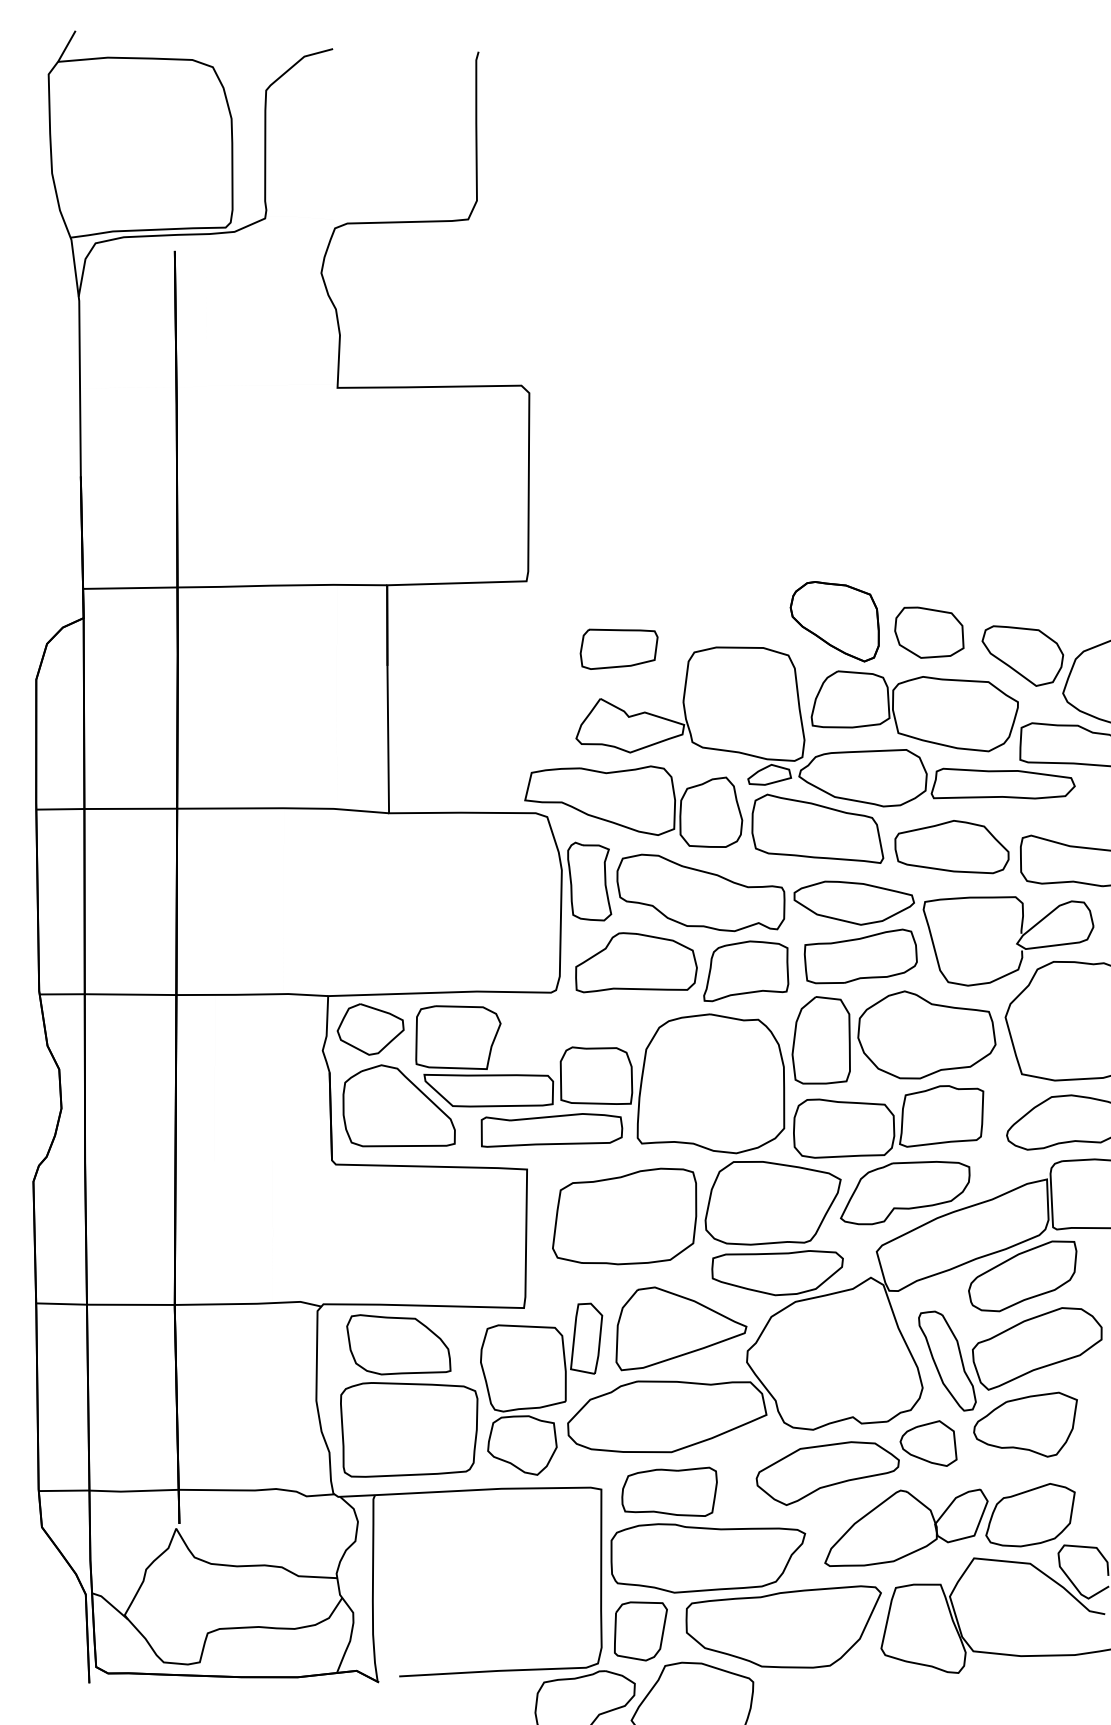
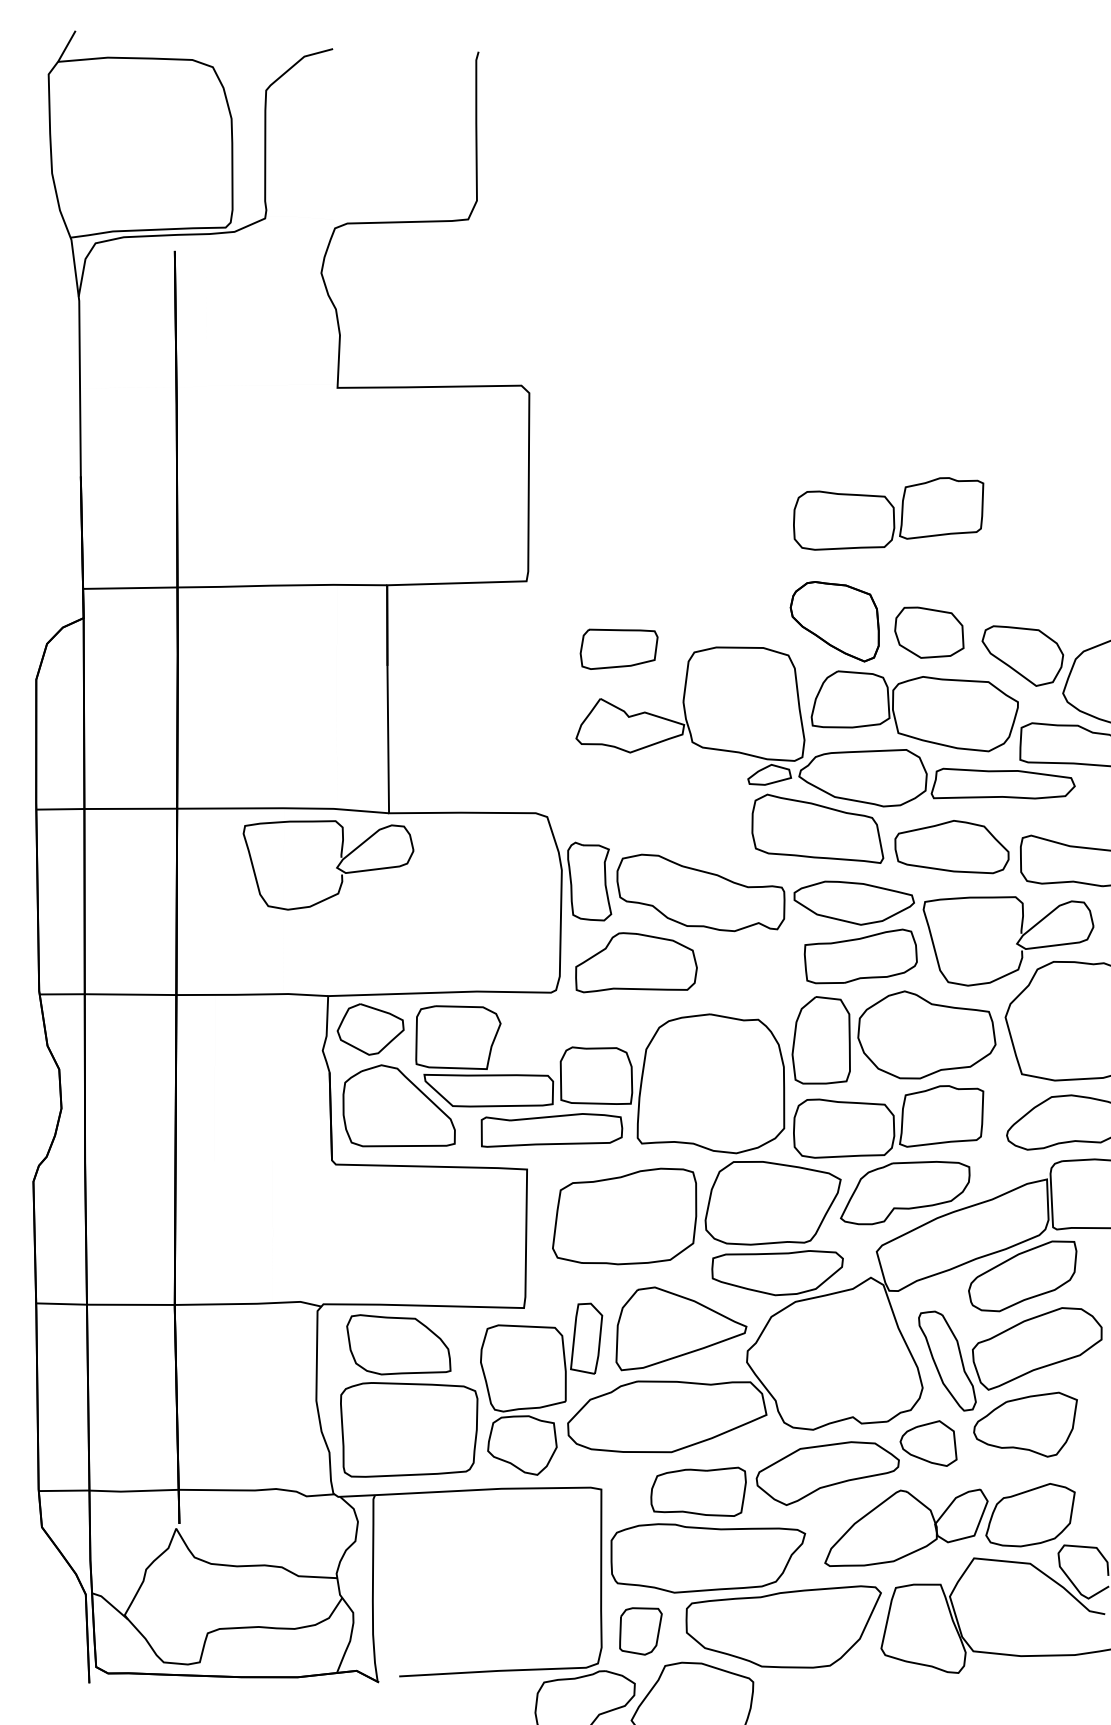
part at (888, 513): none -> present
part at (633, 806): present -> none
part at (336, 866): none -> present
part at (746, 971): present -> none
part at (669, 1491) position: (669, 1491) -> (698, 1491)
part at (640, 1631) size: 54x61 px -> 44x49 px
